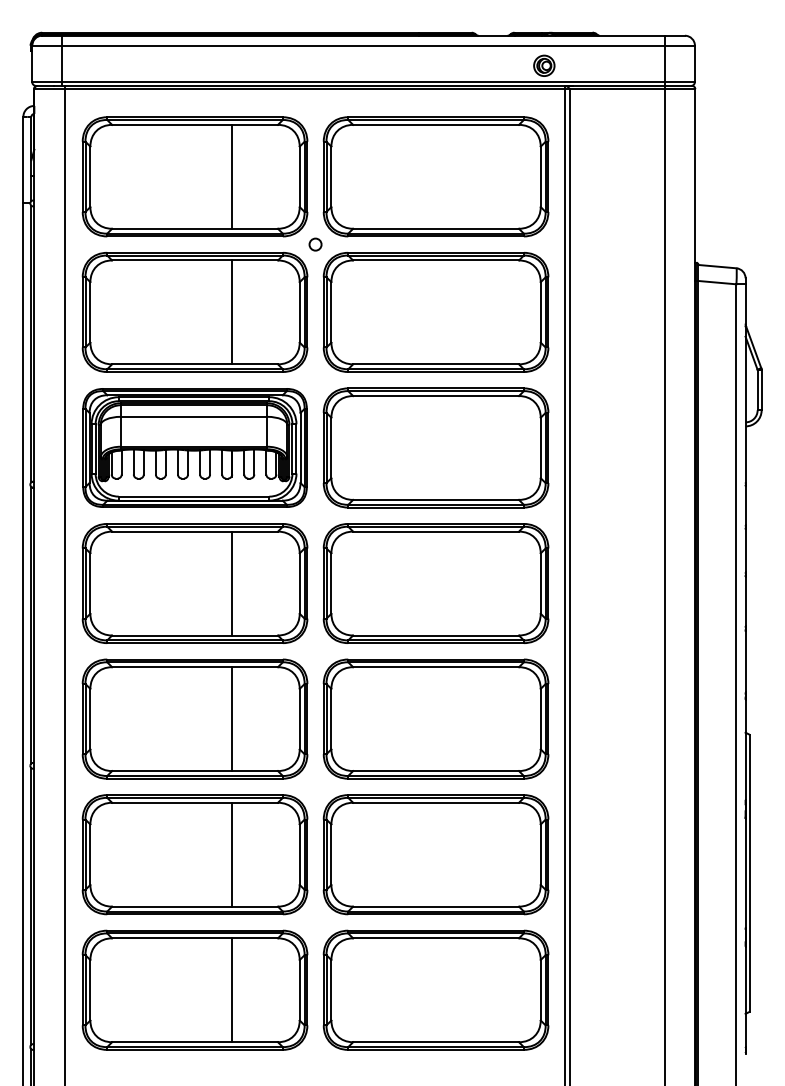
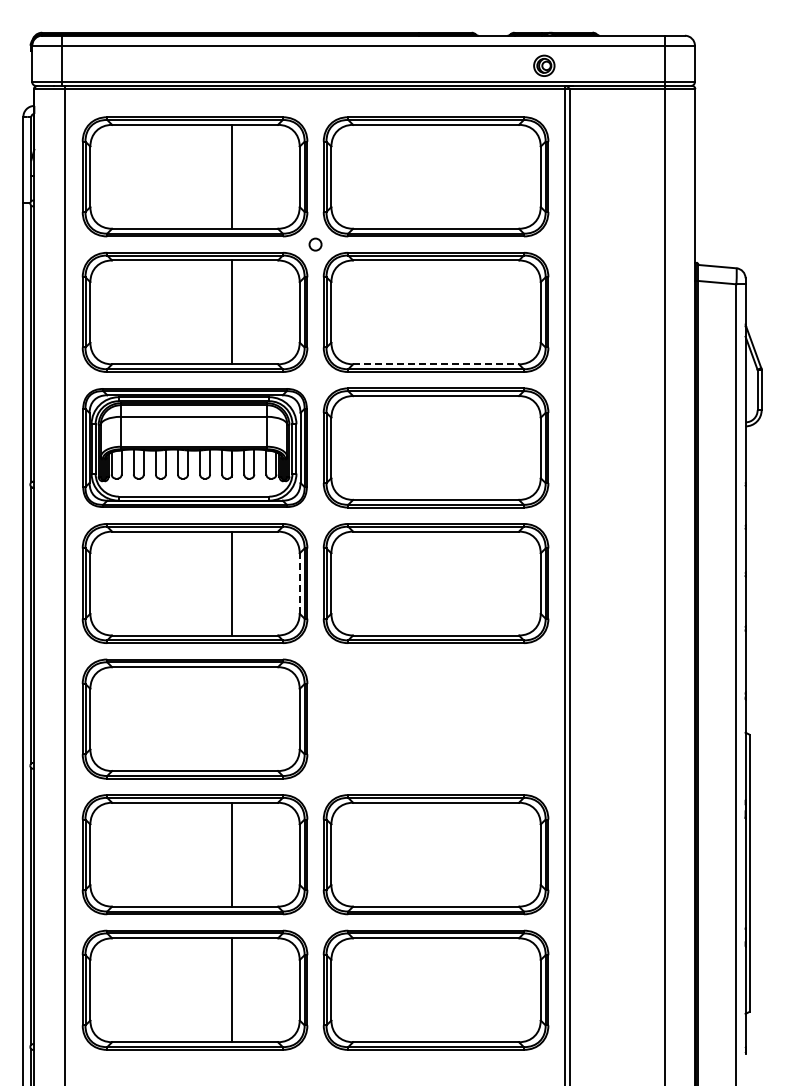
line at (436, 364): solid -> dashed
line at (299, 583): solid -> dashed
part at (435, 718): present -> none
line at (231, 719): present -> none
